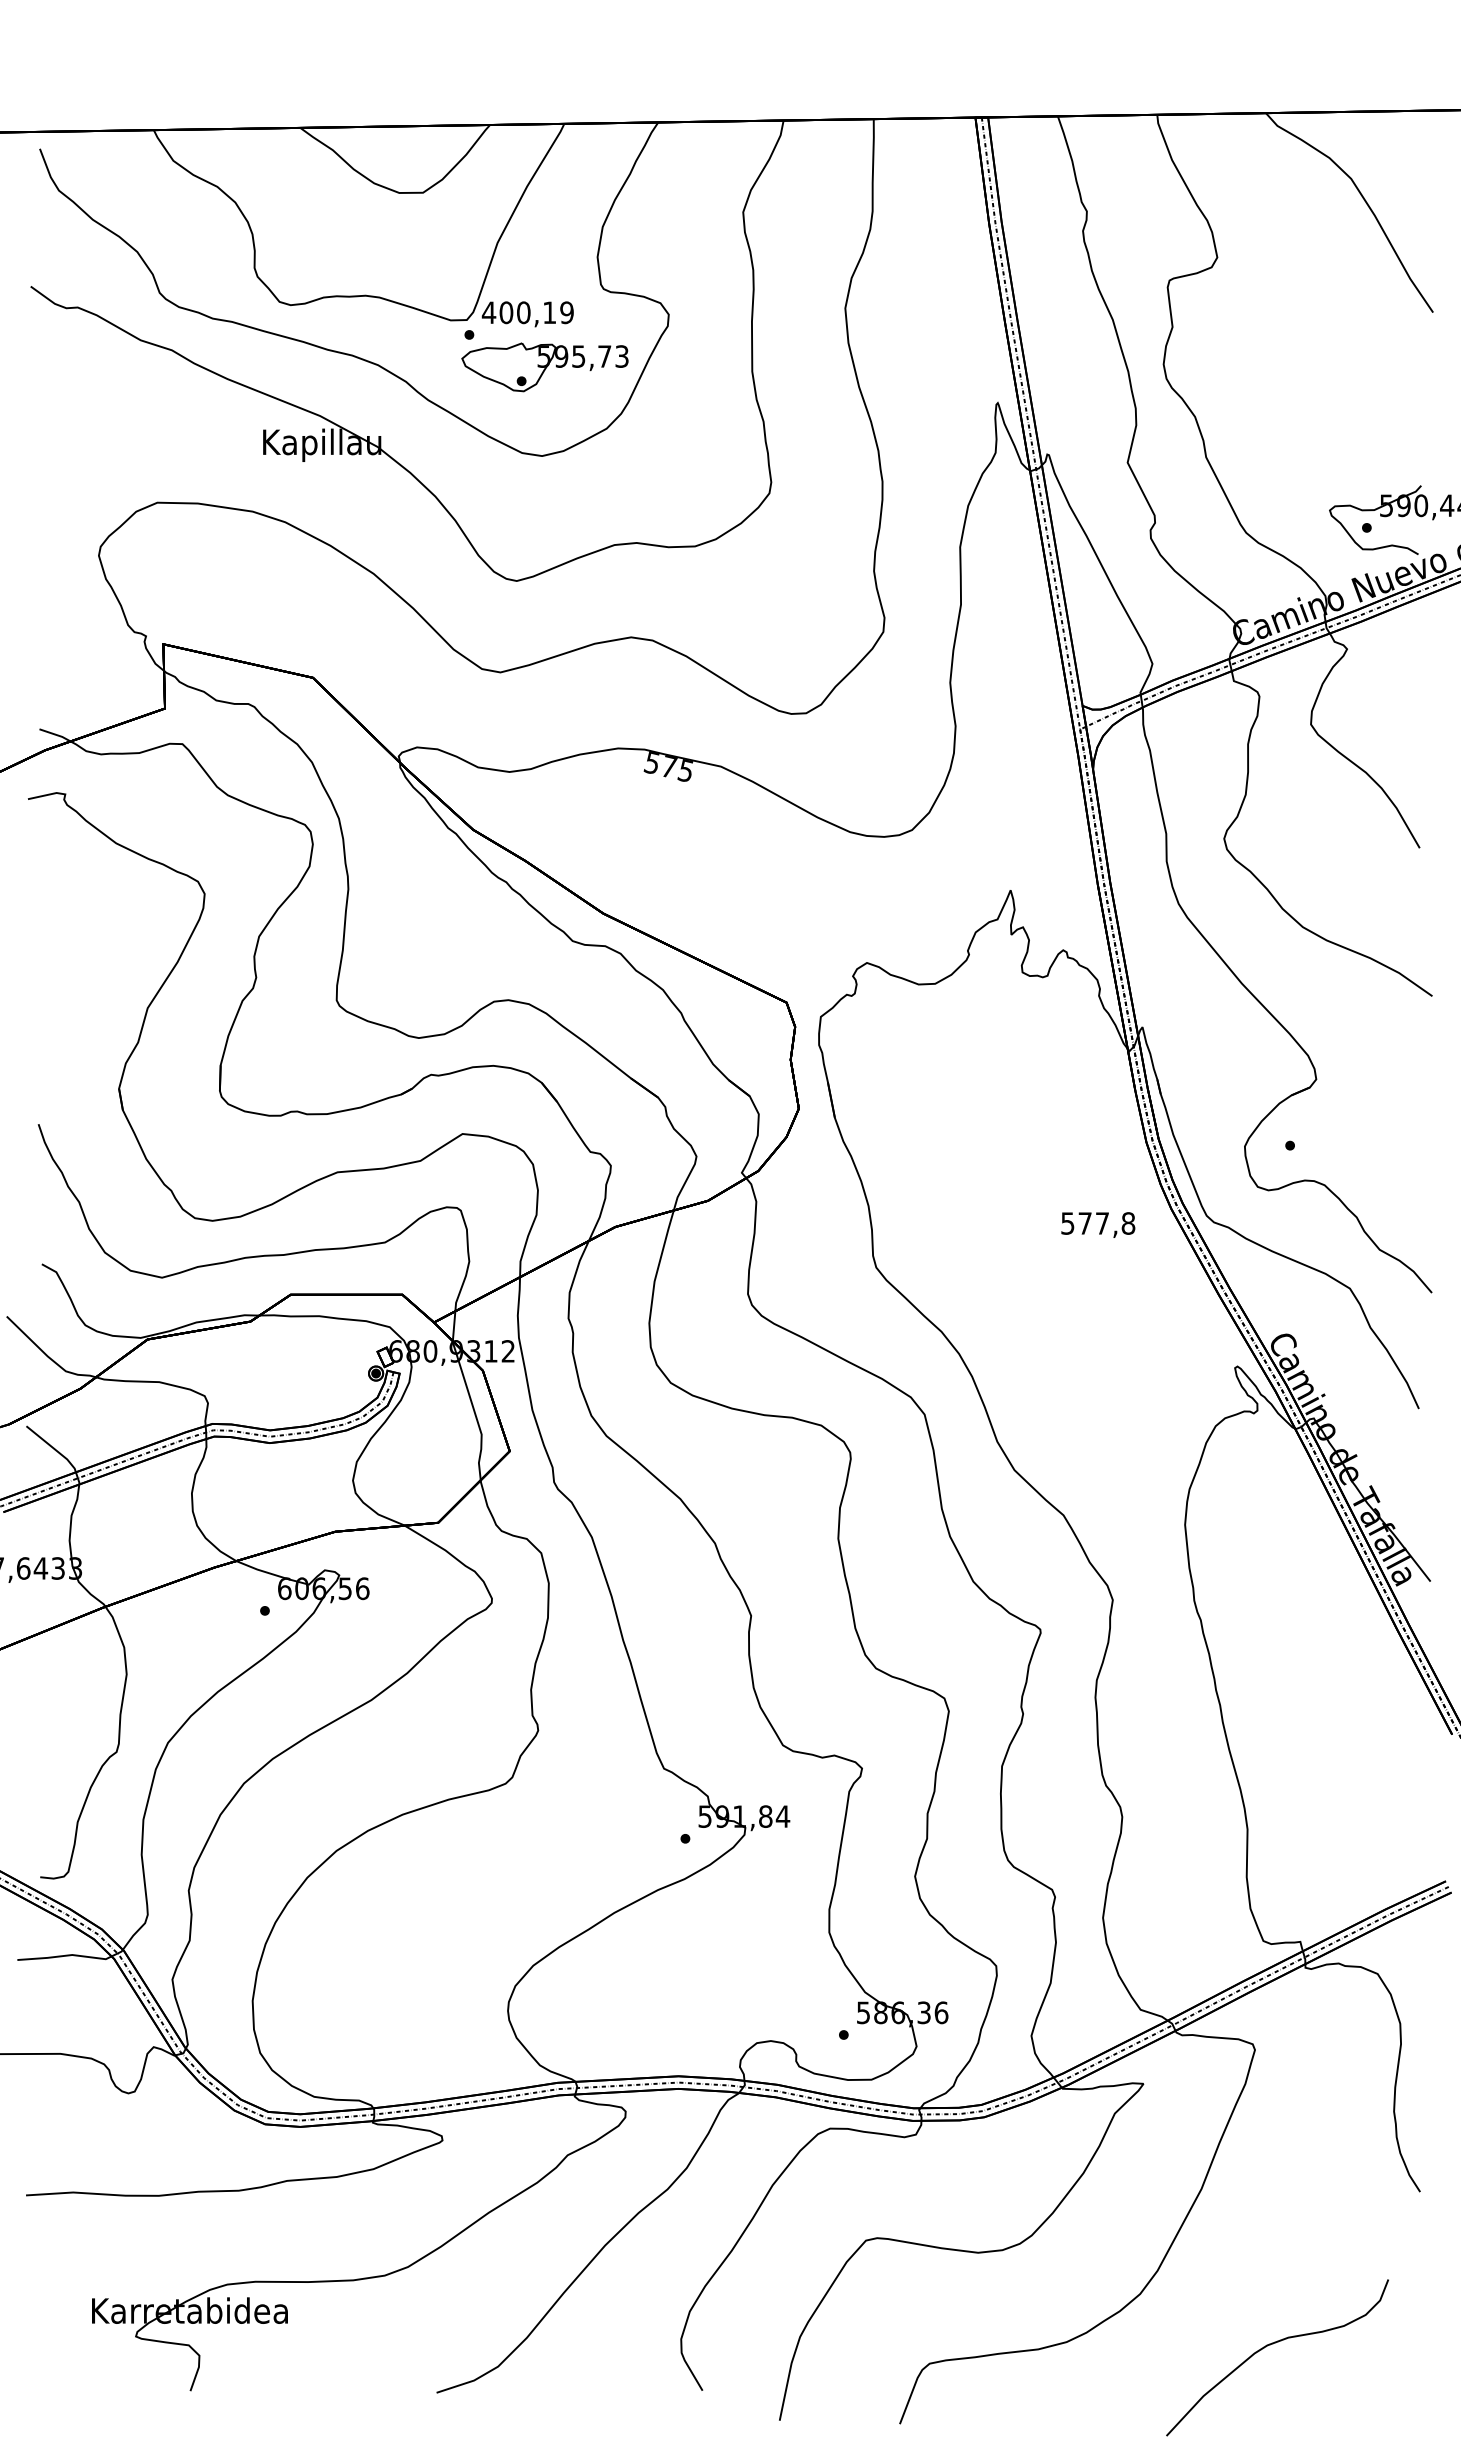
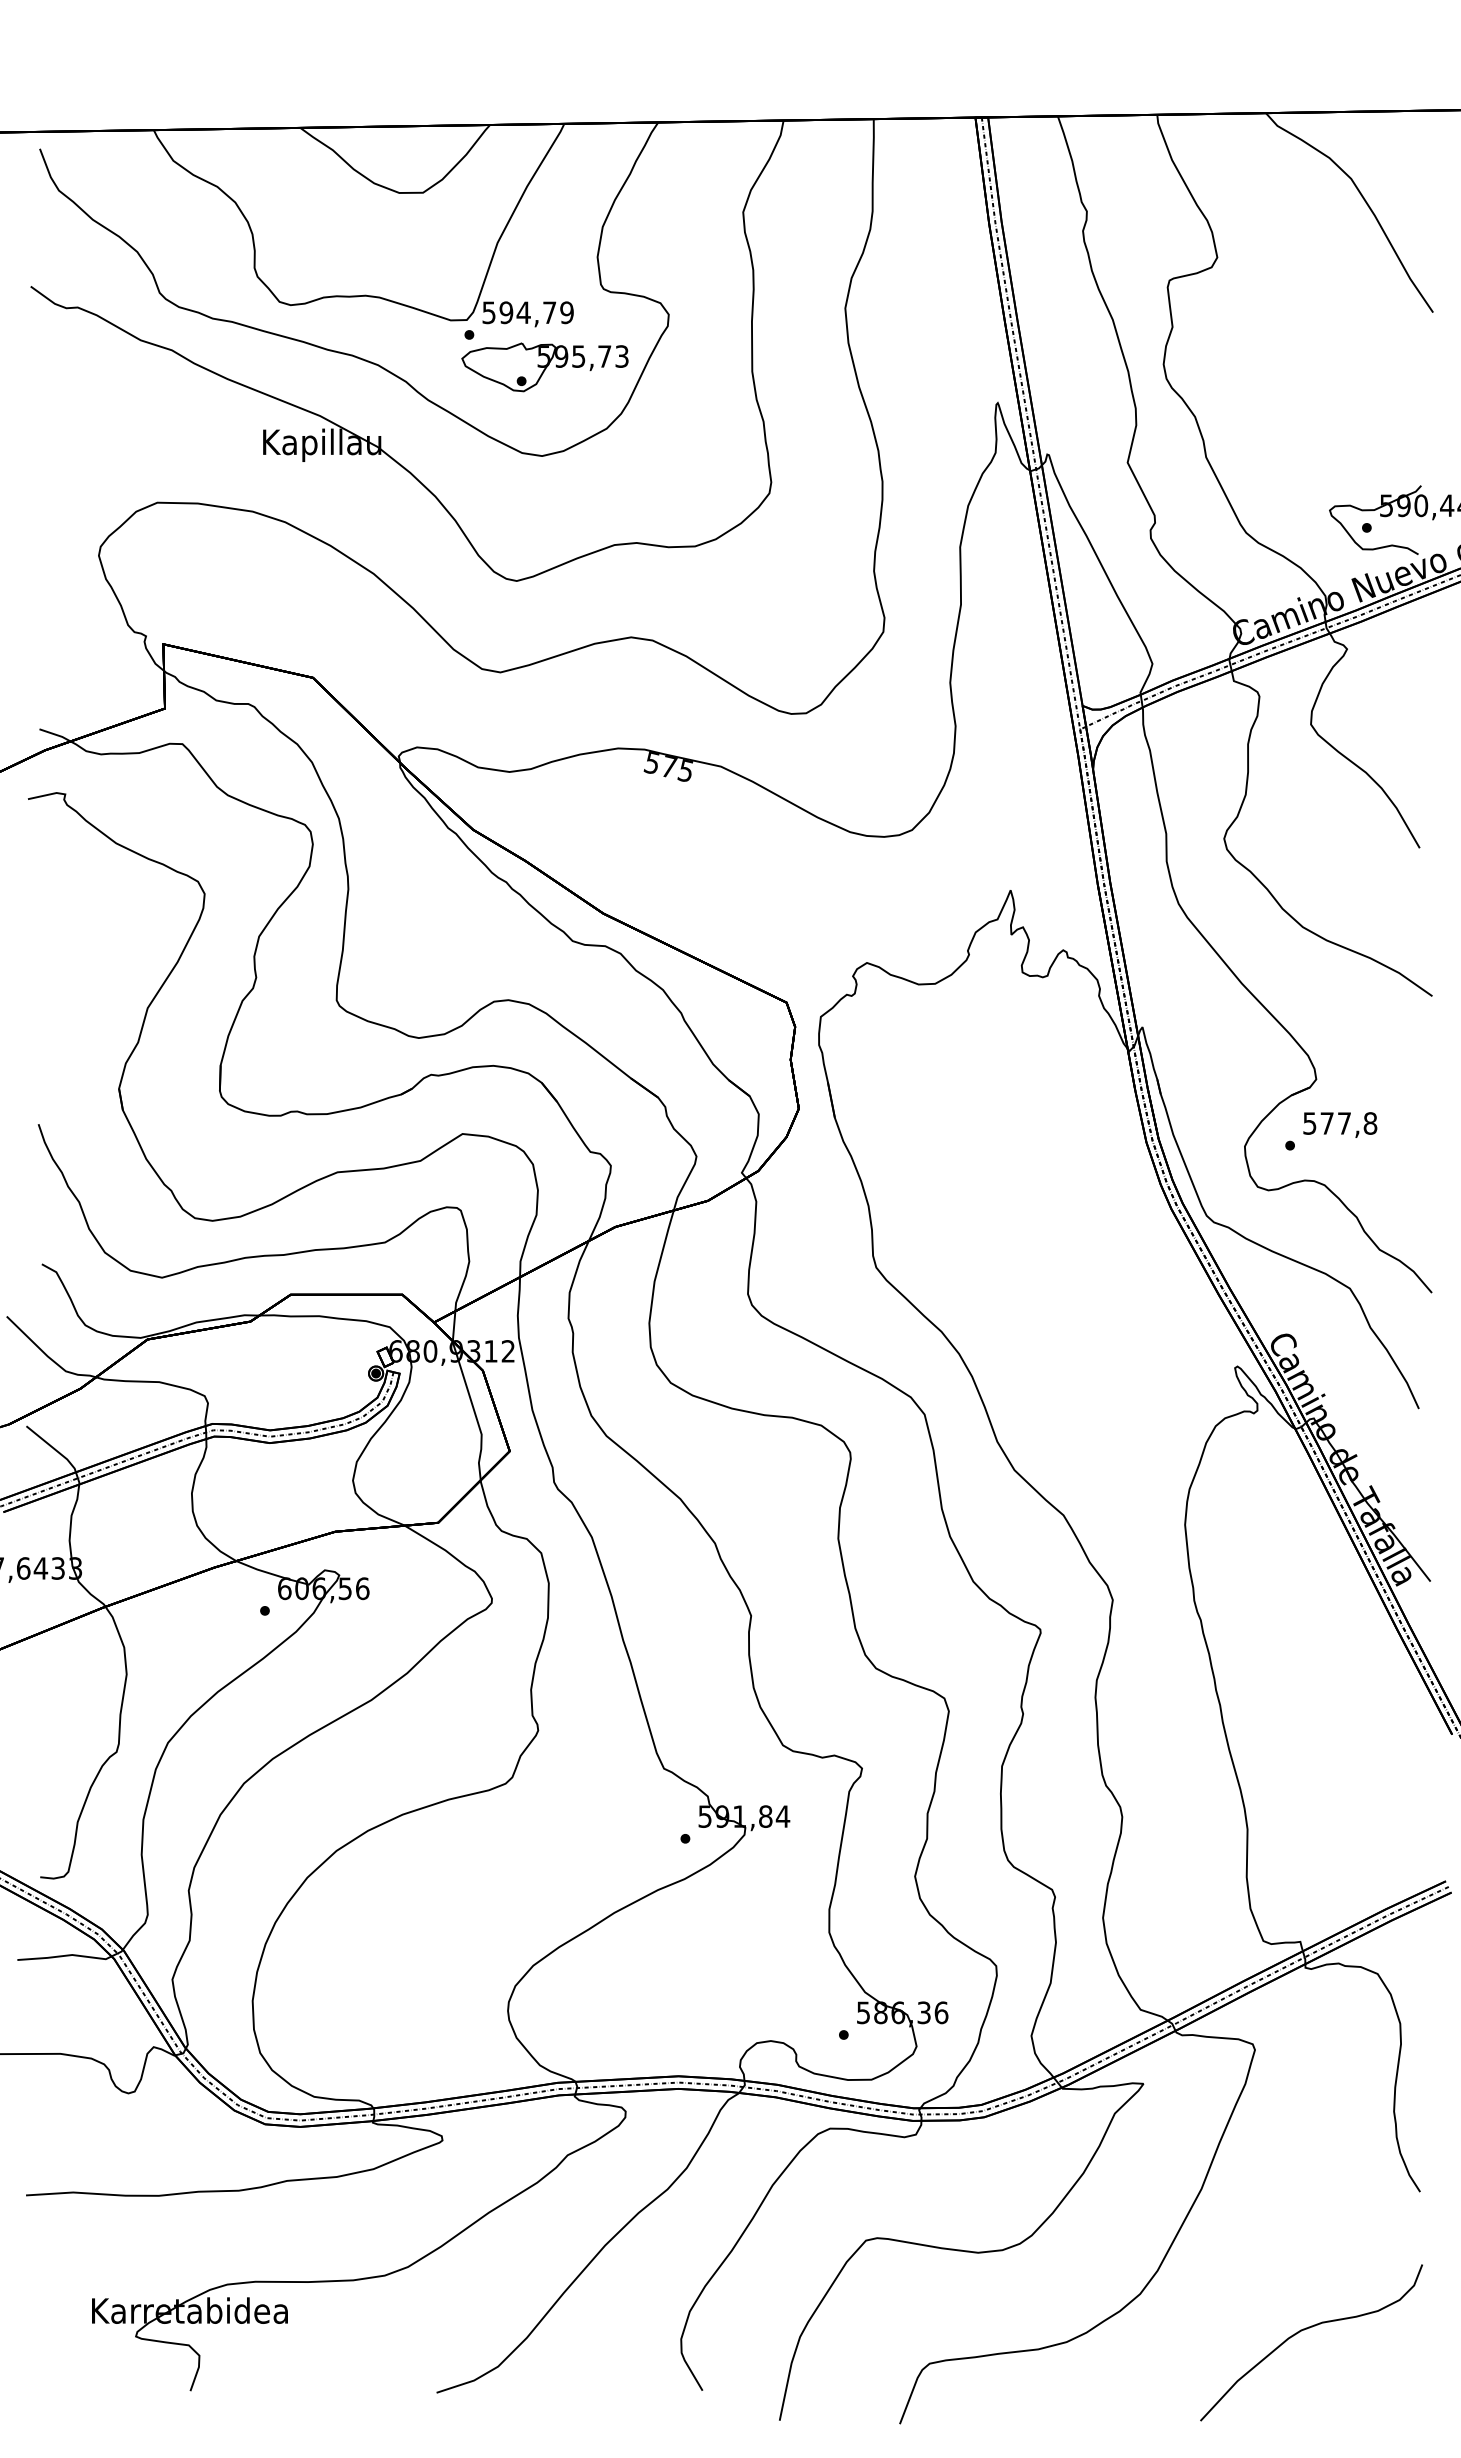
text at (518, 312): 400,19 -> 594,79
text at (1098, 1224) position: (1098, 1224) -> (1340, 1124)
curve at (1273, 2344) position: (1273, 2344) -> (1307, 2329)
